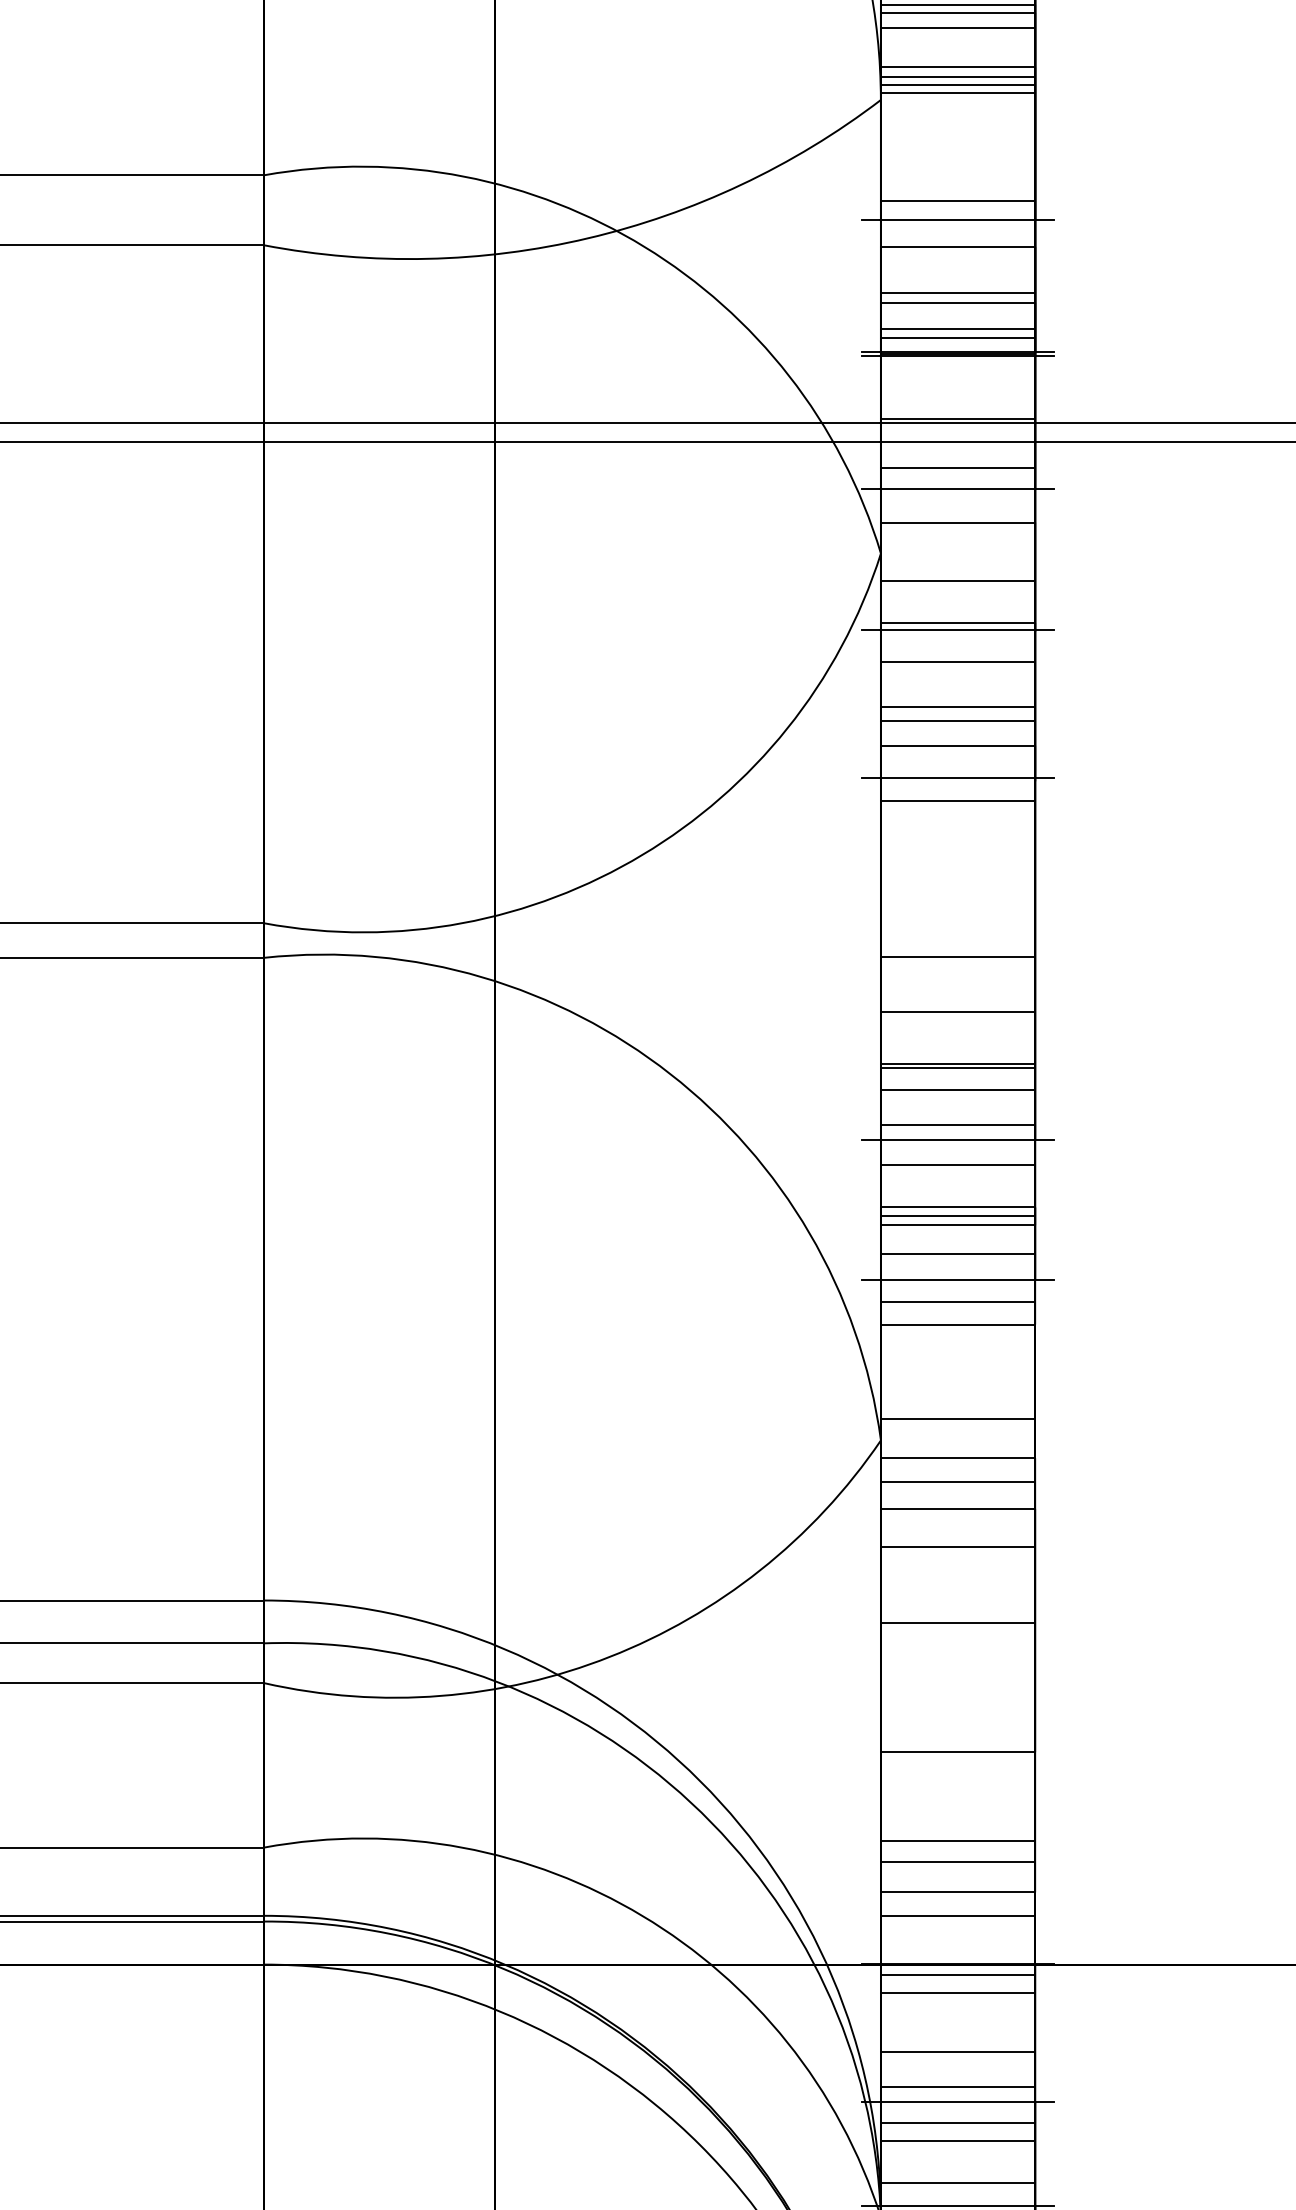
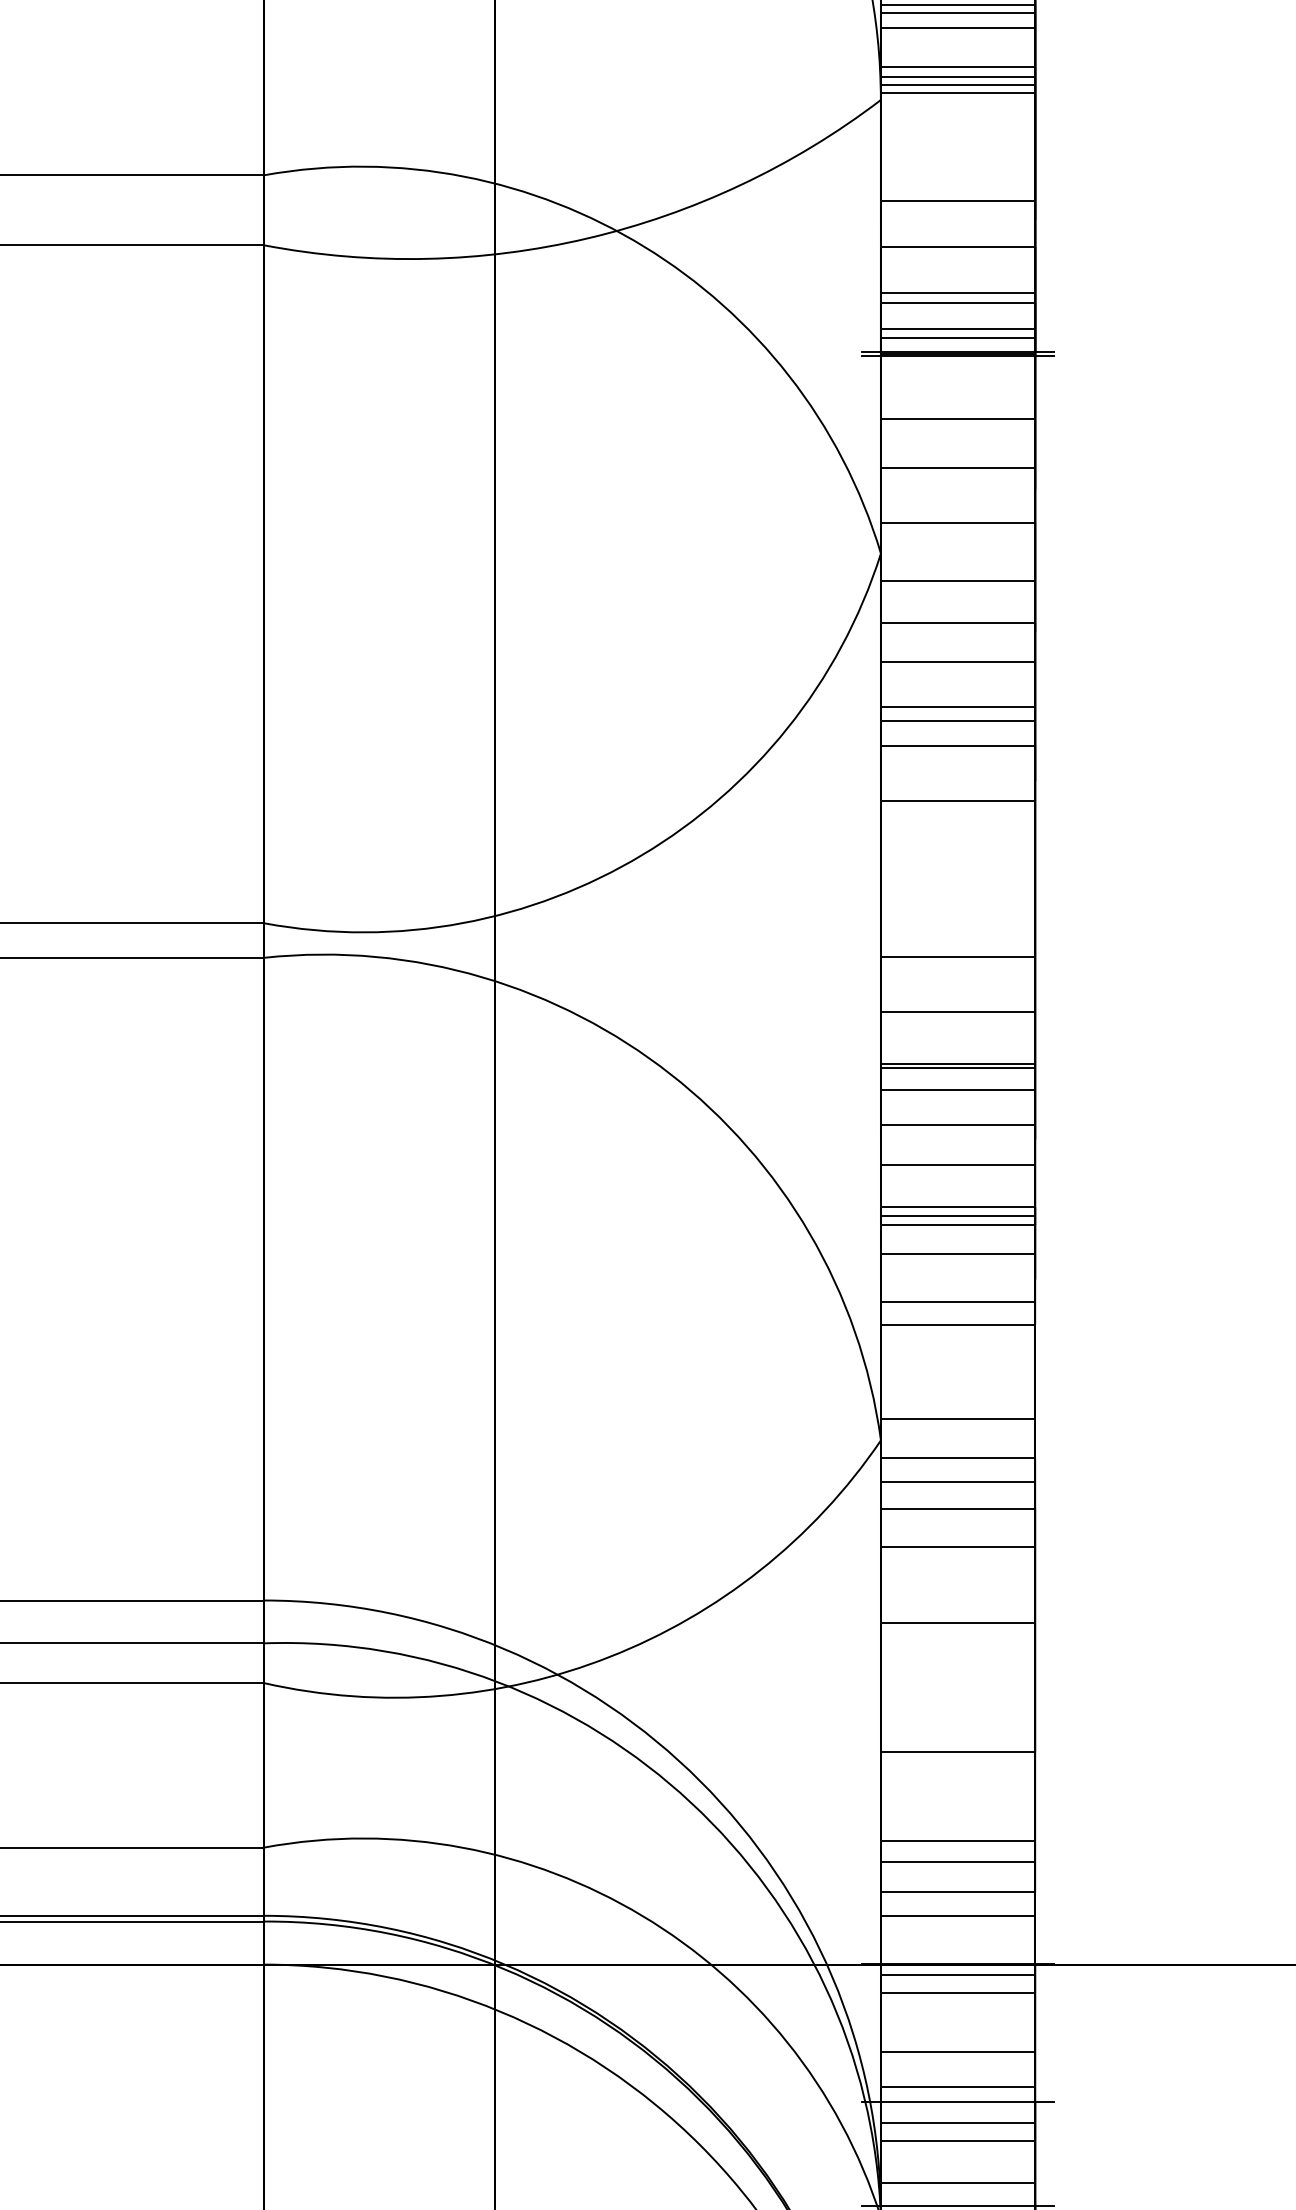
line at (957, 219): present -> none
line at (647, 422): present -> none
line at (647, 441): present -> none
line at (957, 489): present -> none
line at (957, 630): present -> none
line at (957, 777): present -> none
line at (957, 1139): present -> none
line at (957, 1279): present -> none
